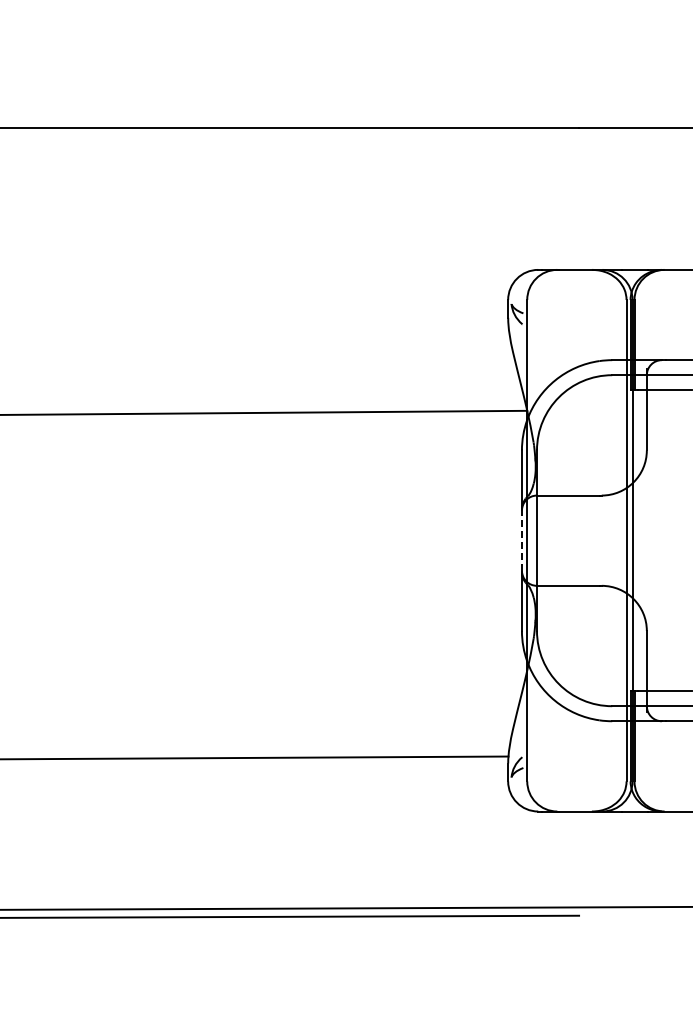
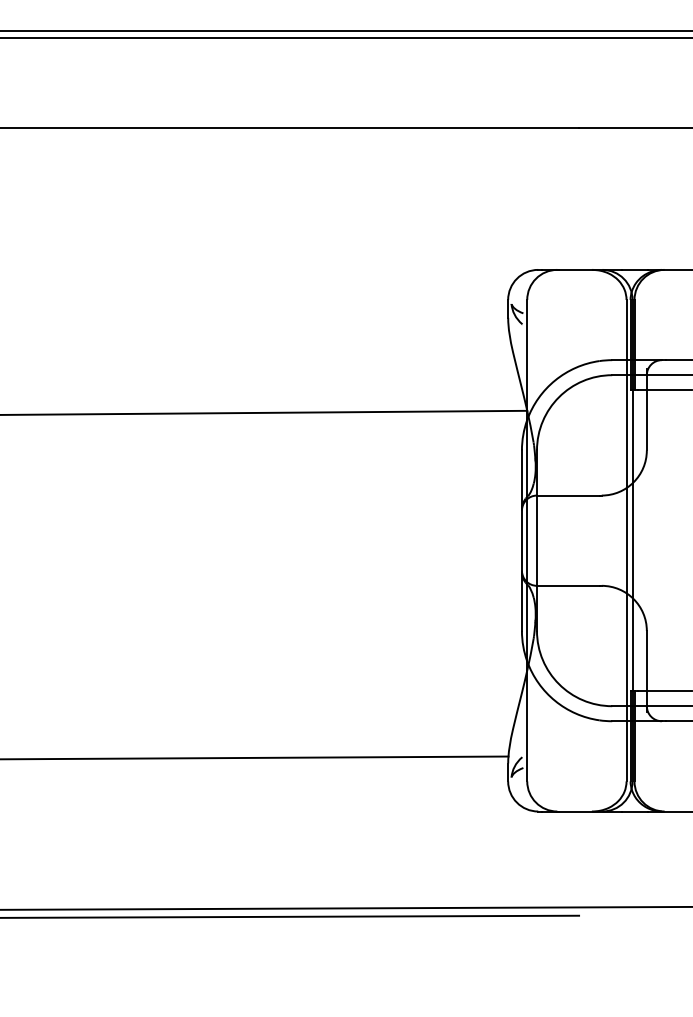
line at (345, 30): none -> present
line at (345, 37): none -> present
line at (521, 540): dashed -> solid
